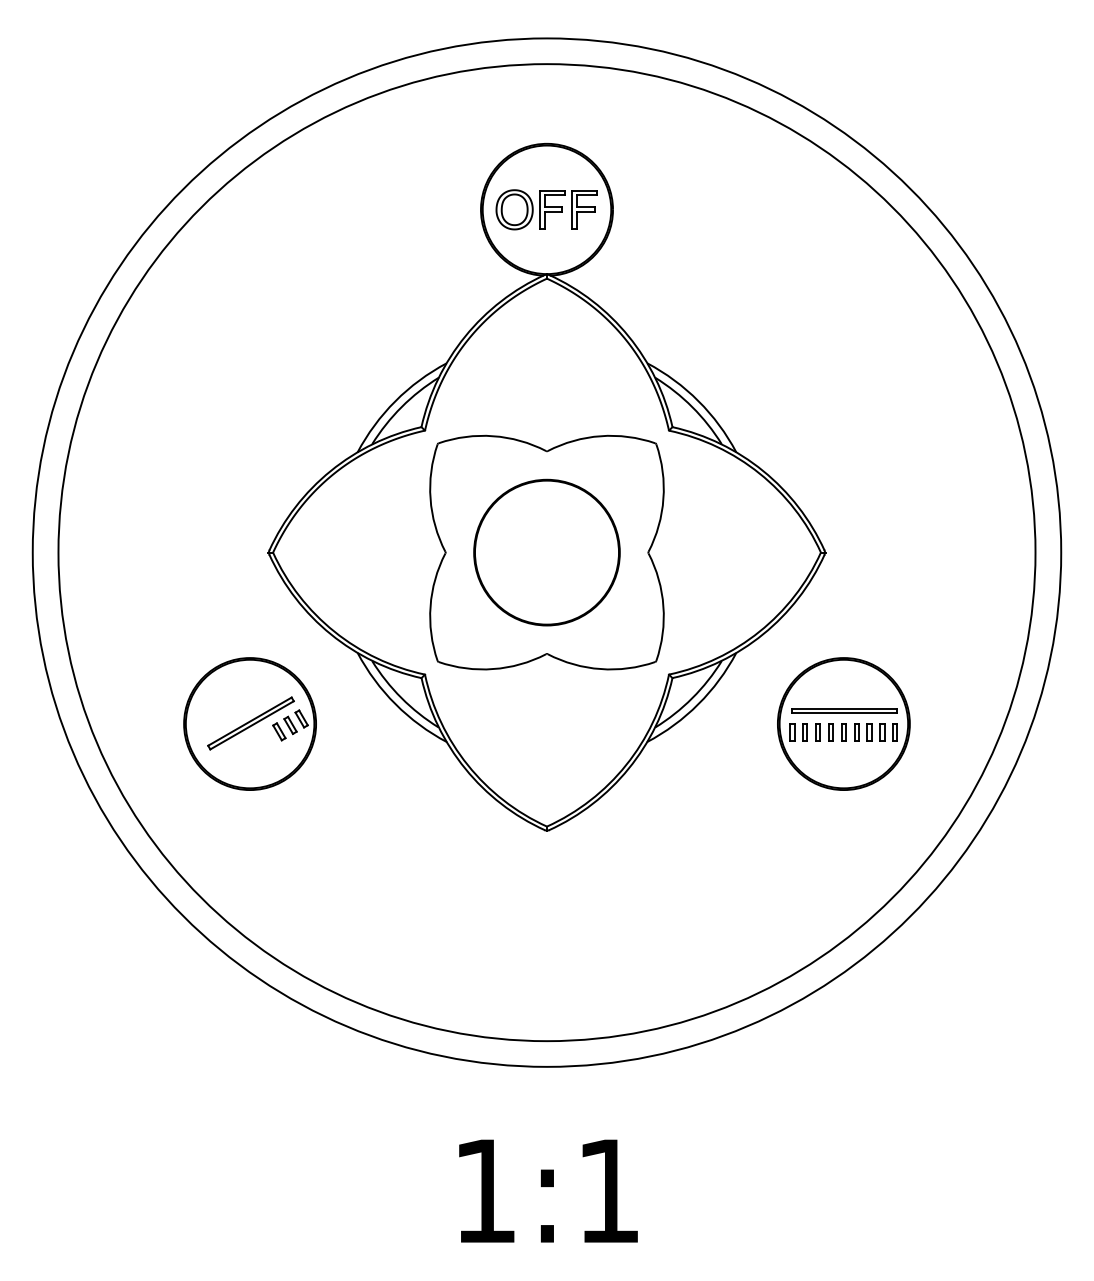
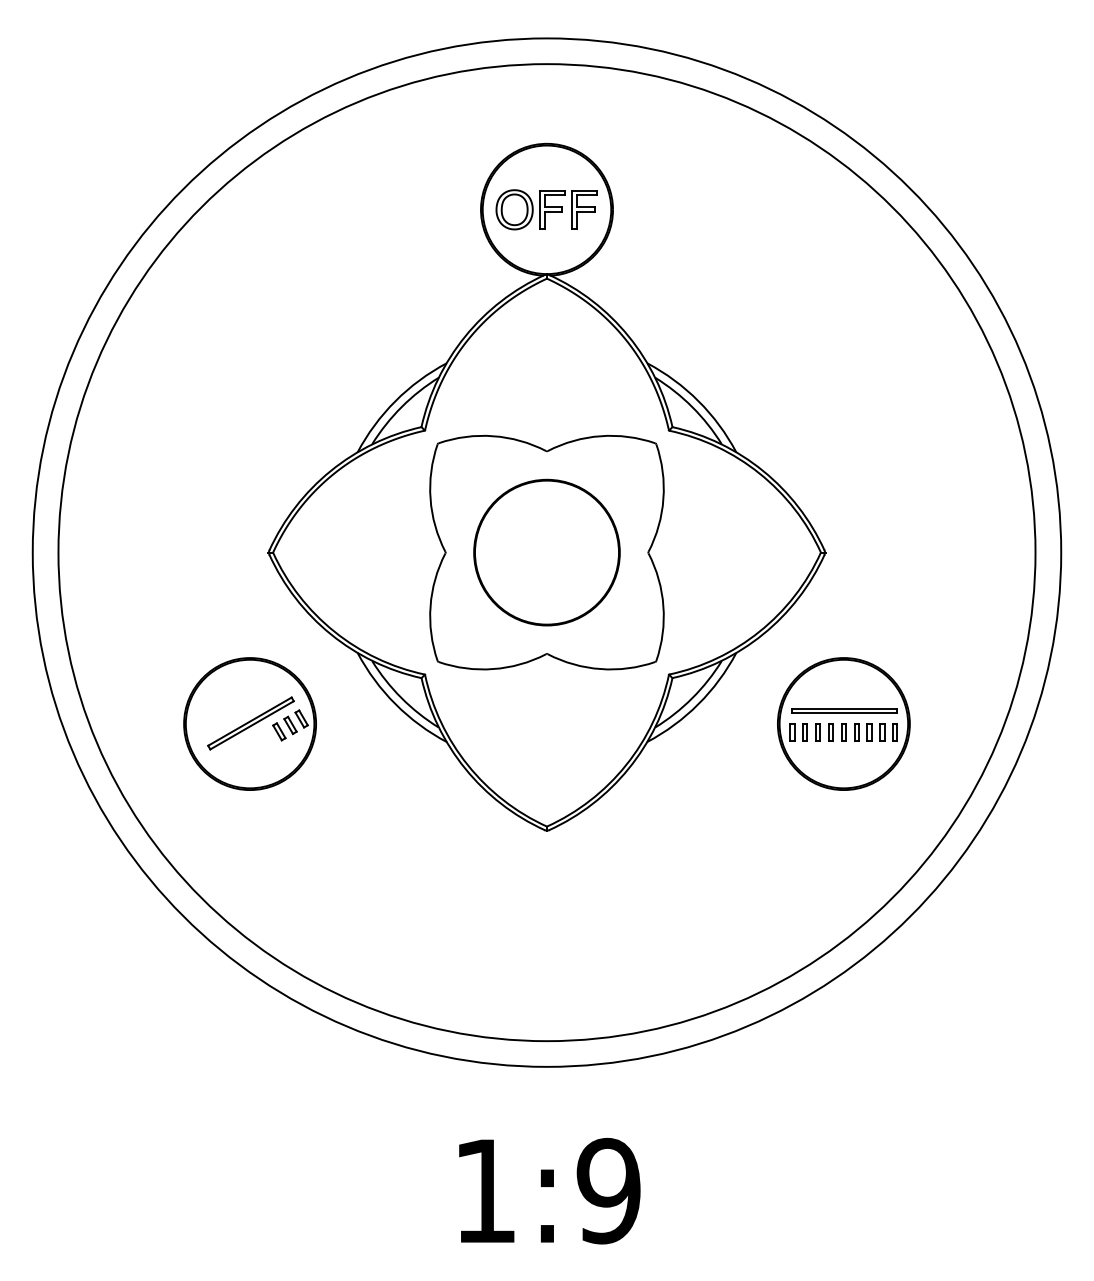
text at (608, 1190): 1:1 -> 1:9
